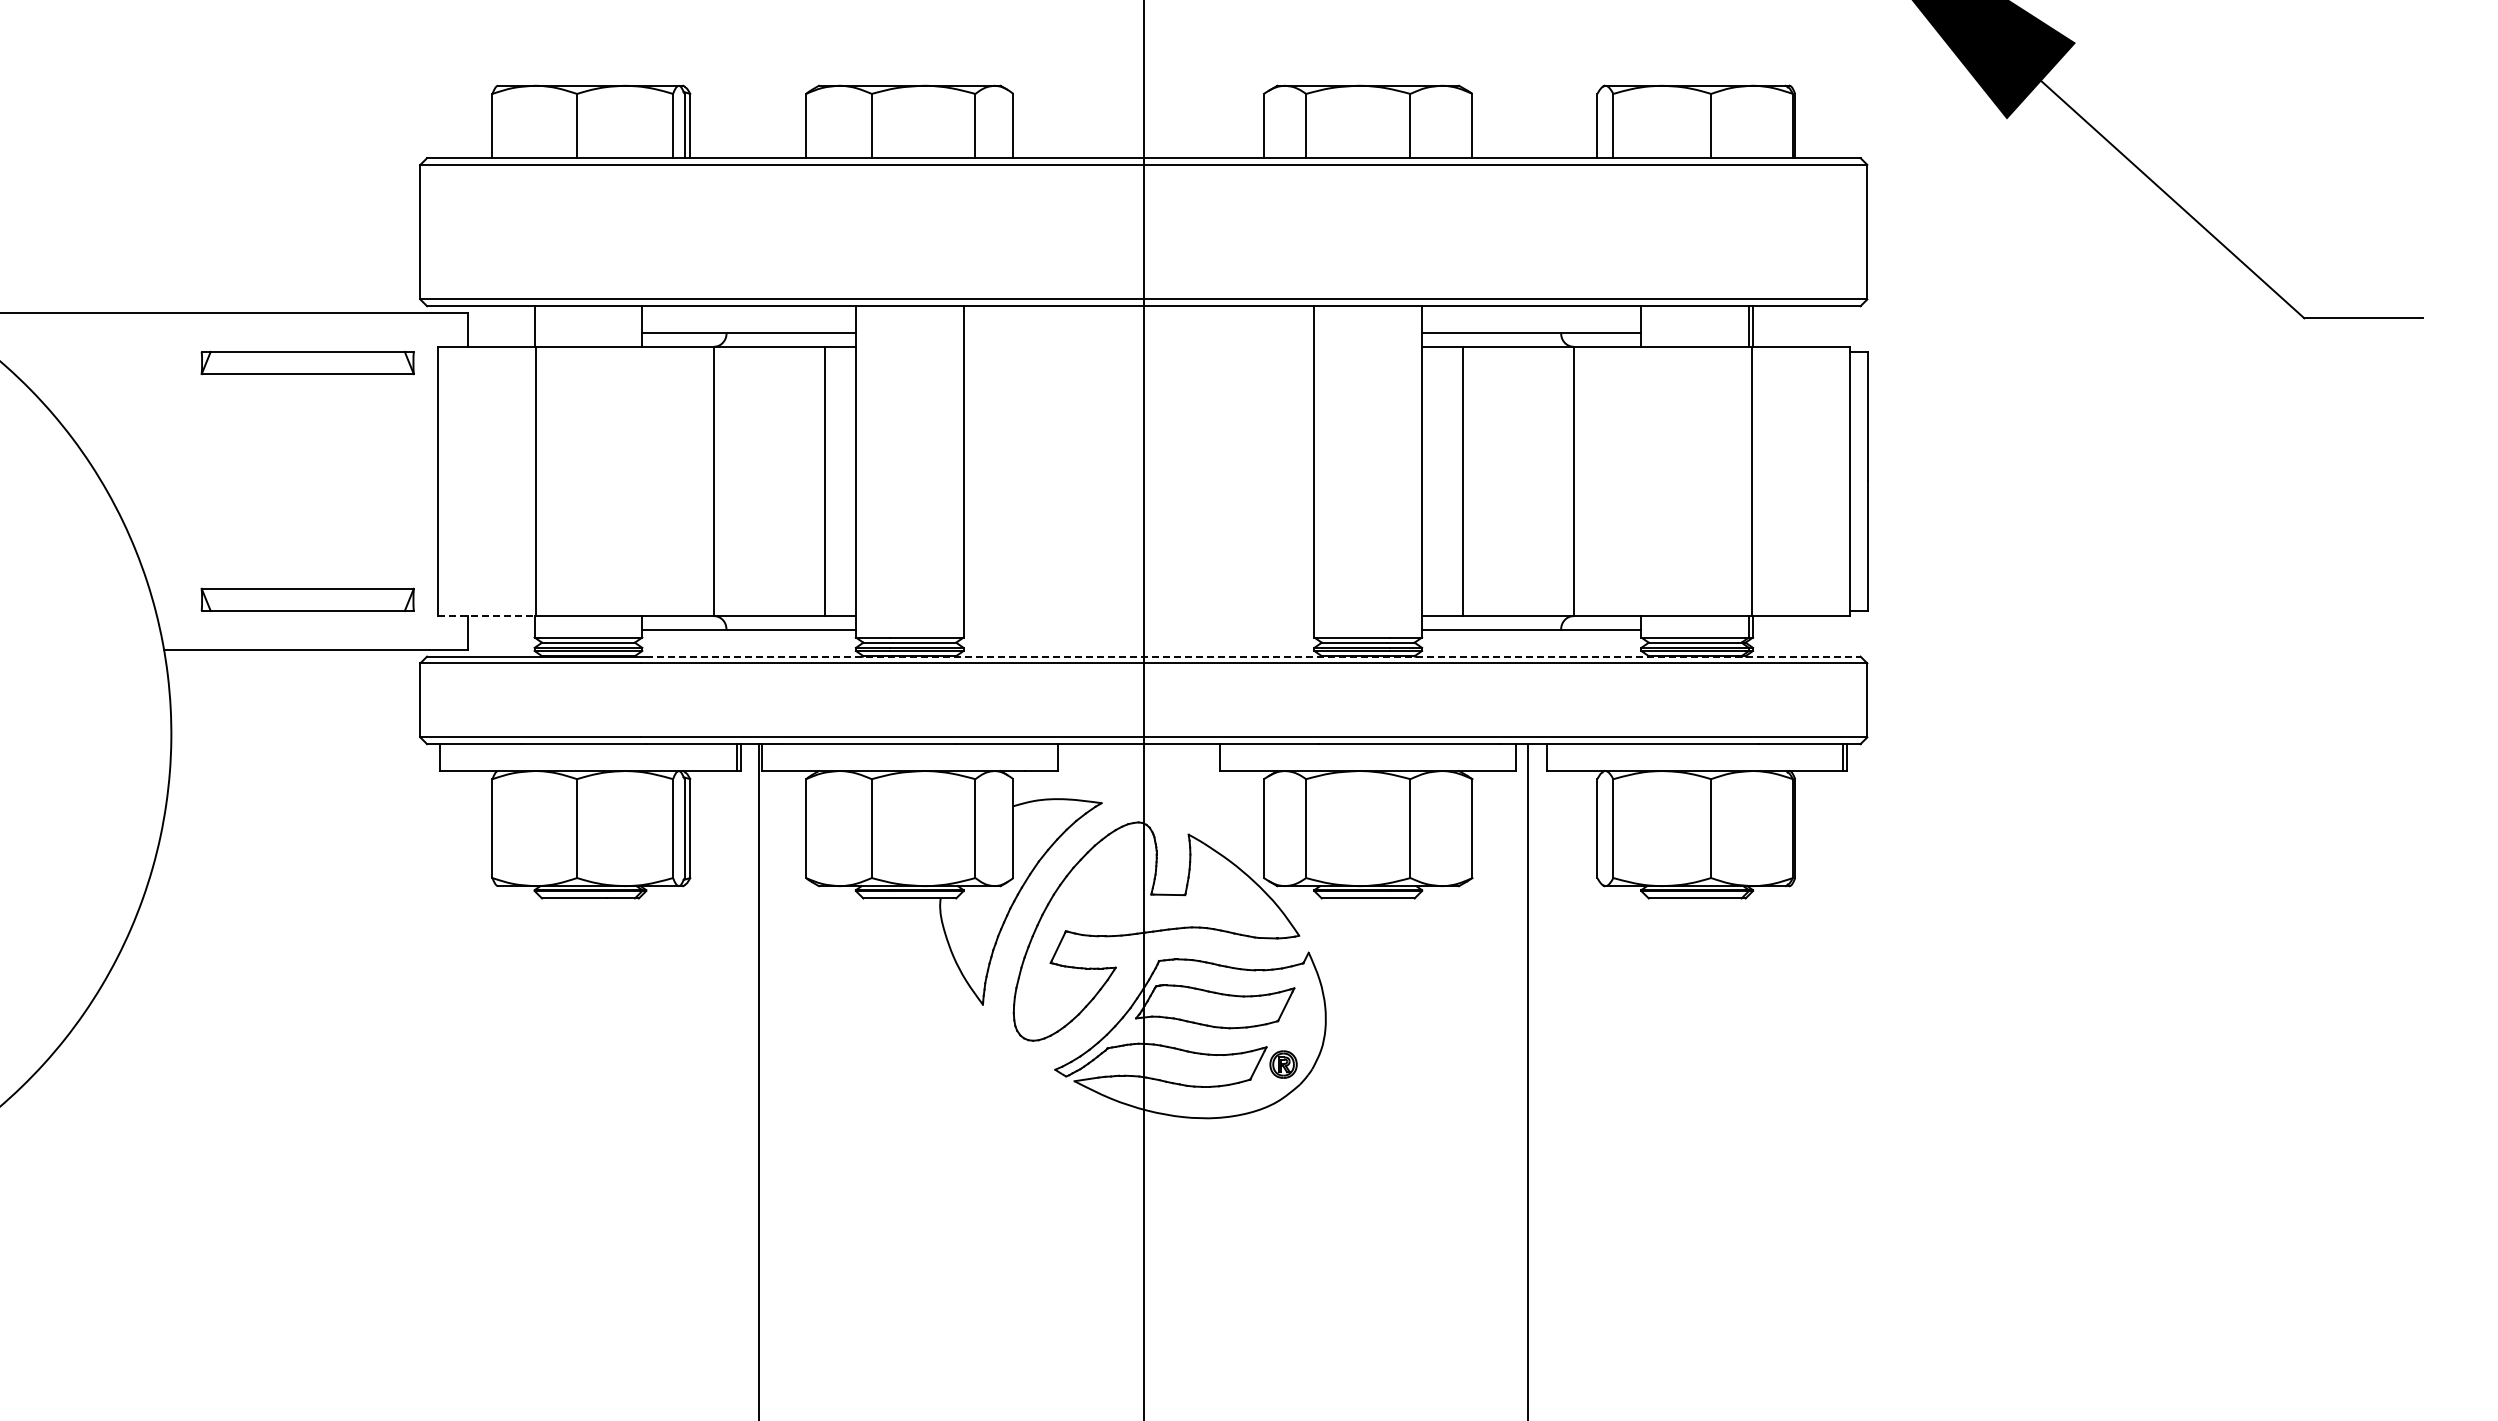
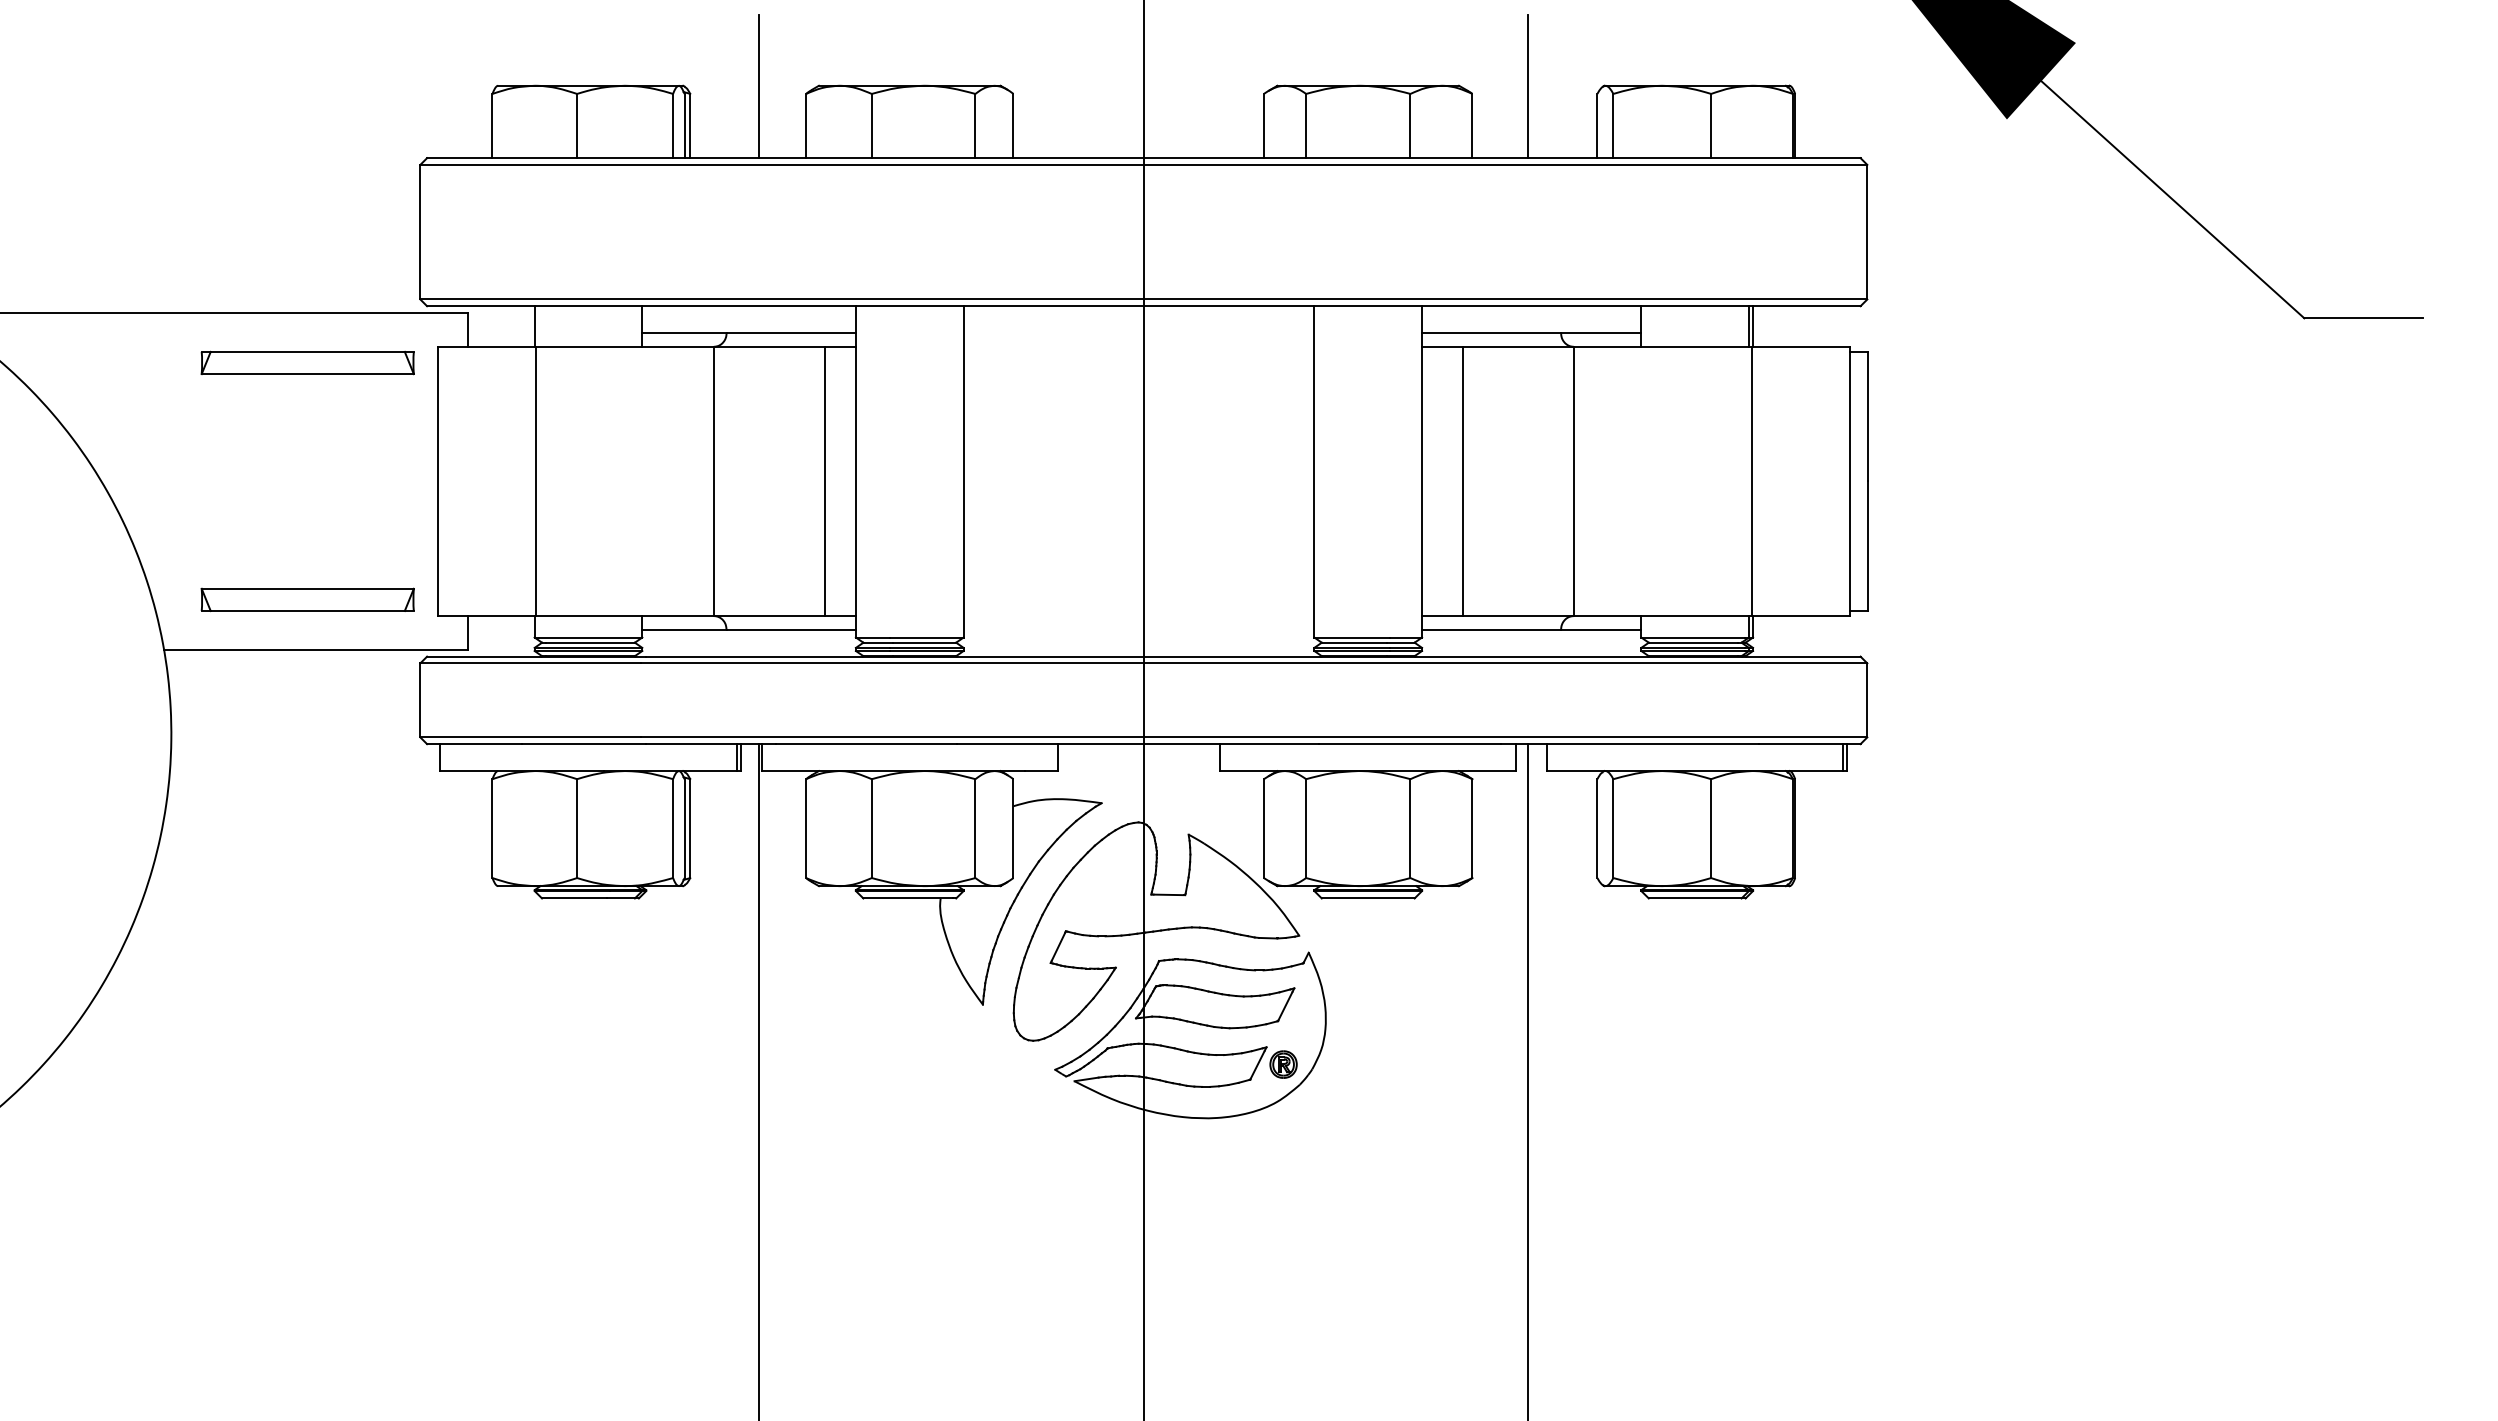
line at (759, 86): none -> present
line at (1528, 86): none -> present
line at (486, 616): dashed -> solid
line at (1253, 656): dashed -> solid
